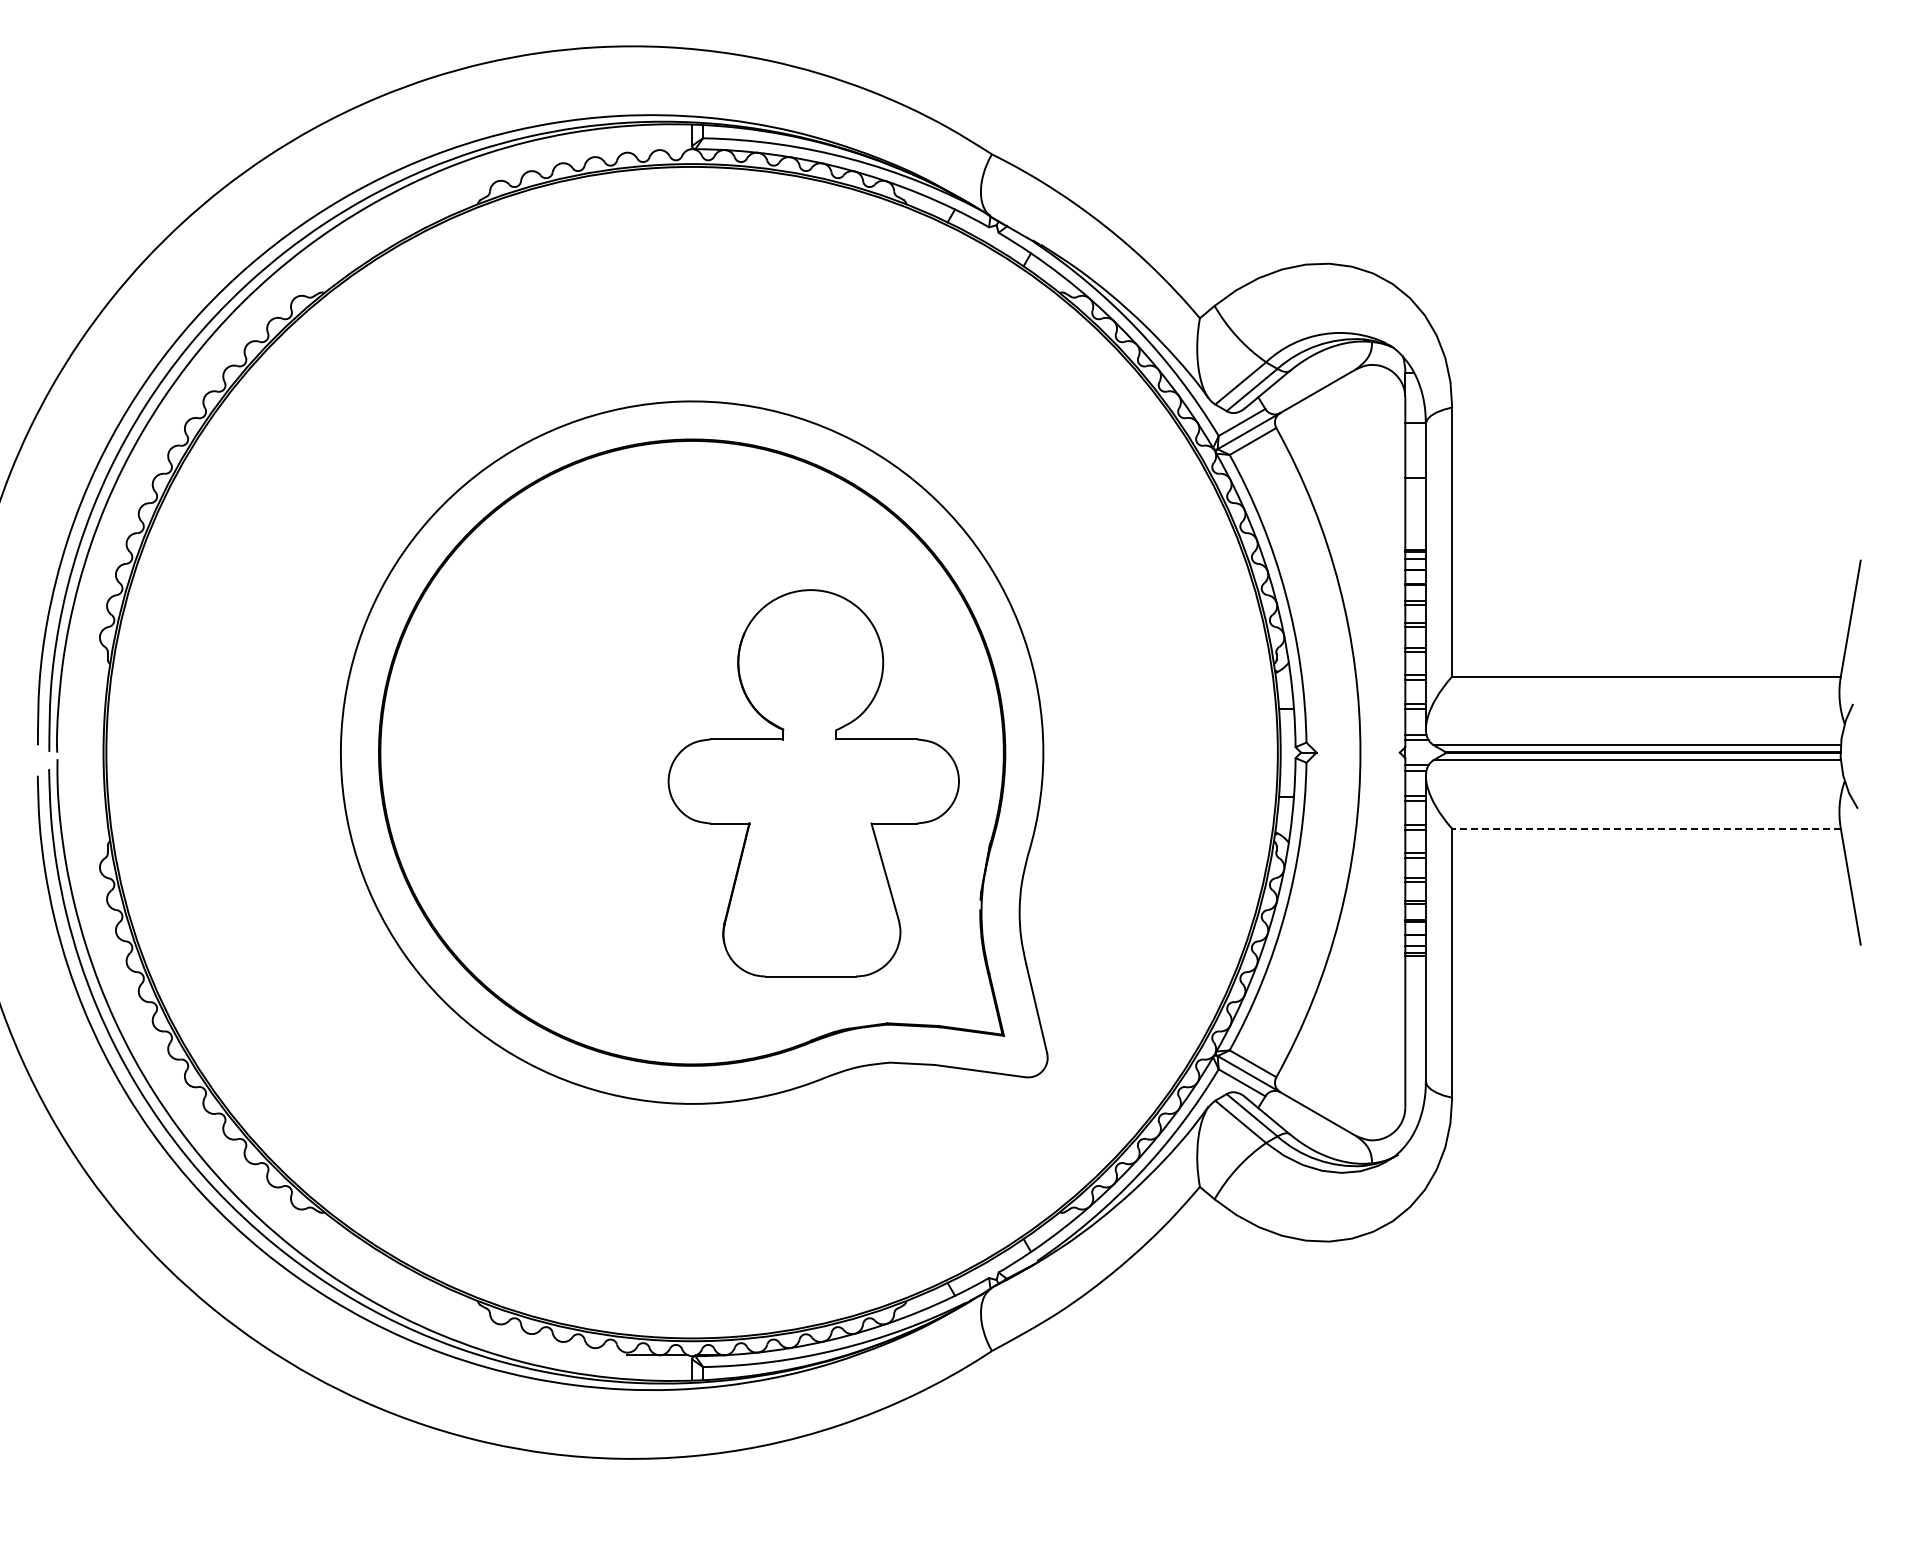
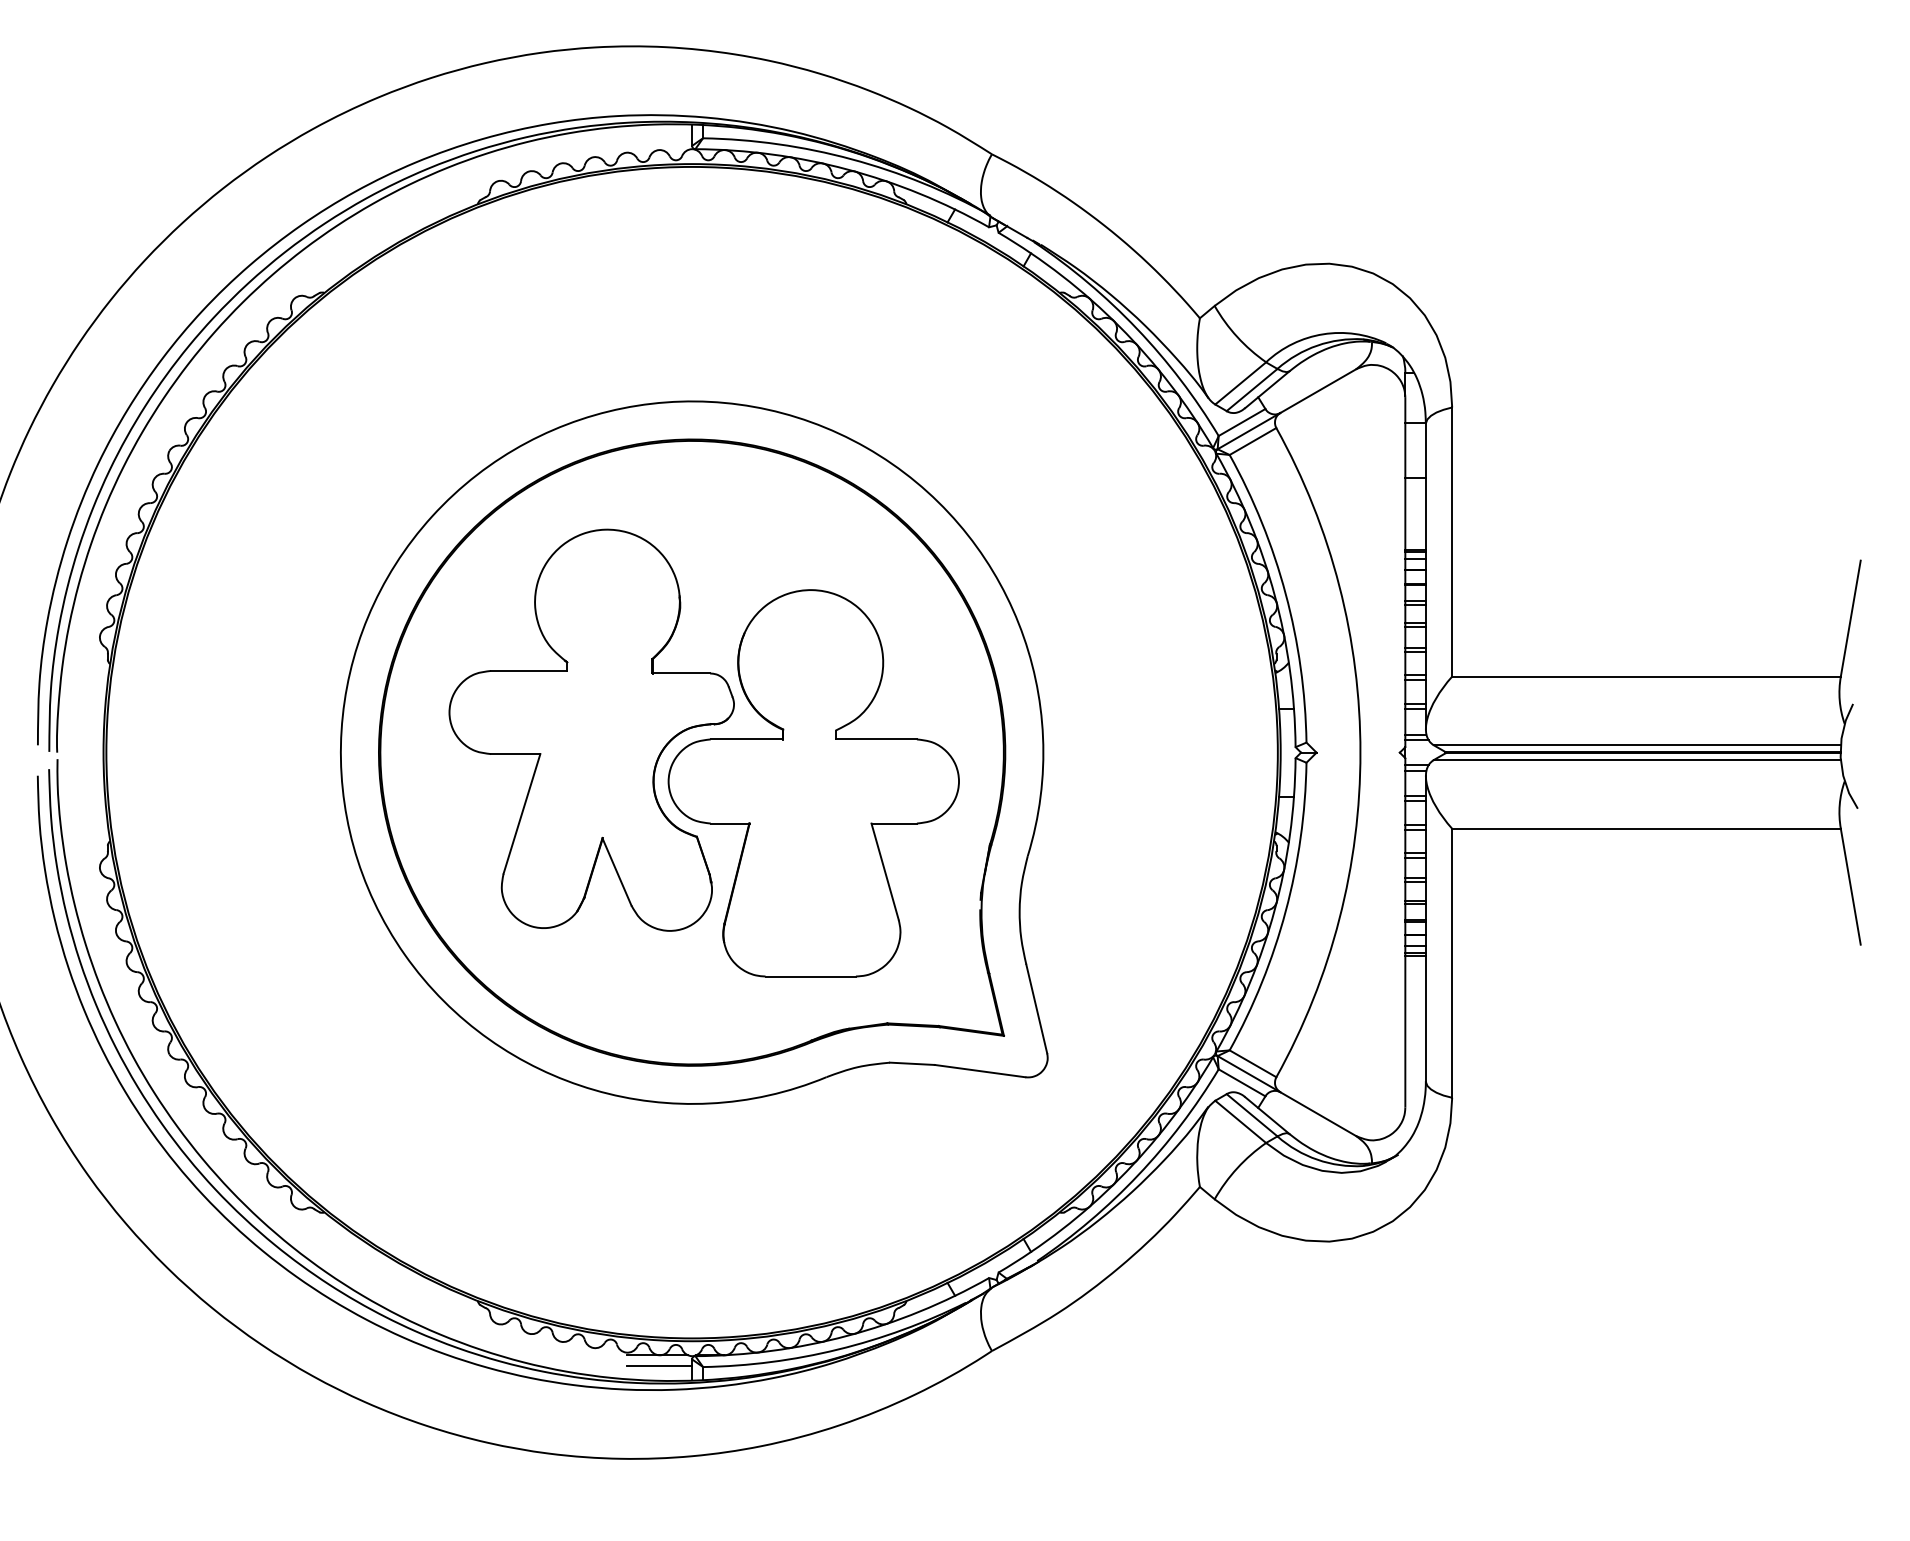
part at (591, 729): none -> present
line at (1646, 828): dashed -> solid
line at (659, 1366): none -> present
